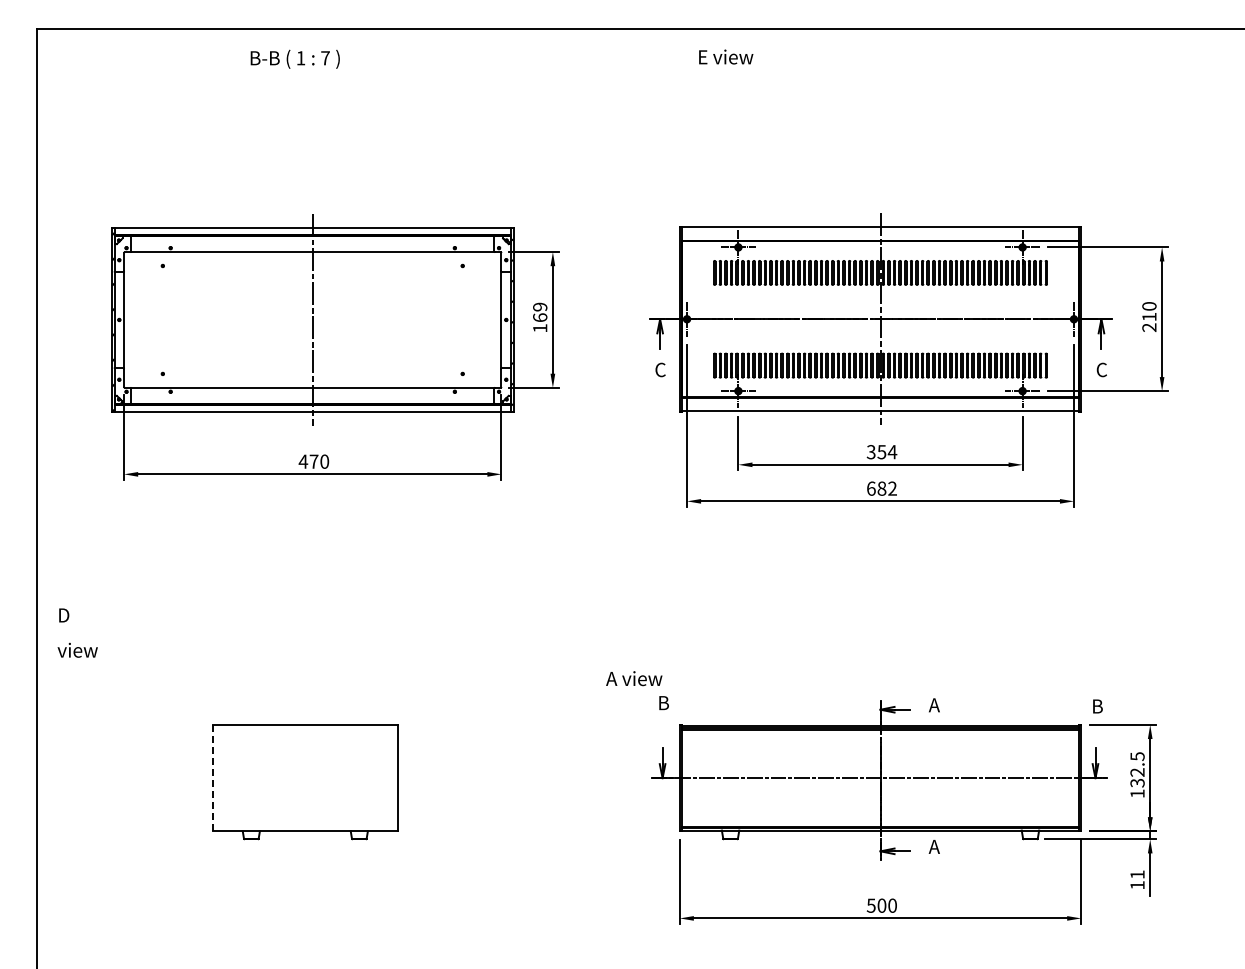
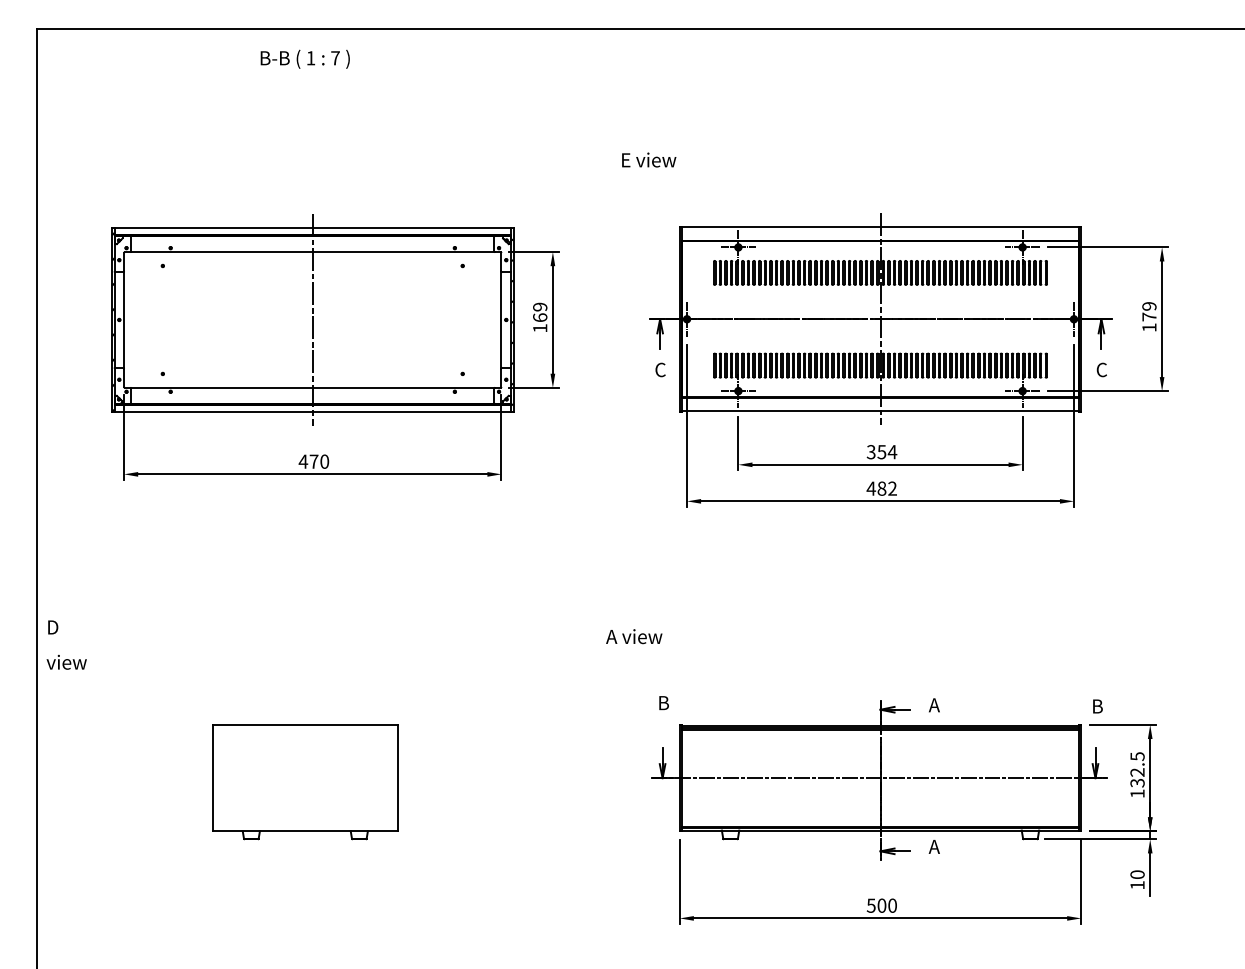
text at (726, 56) position: (726, 56) -> (649, 159)
text at (294, 58) position: (294, 58) -> (304, 58)
text at (1149, 316): 210 -> 179
text at (871, 488): 682 -> 482
text at (77, 632) position: (77, 632) -> (66, 644)
text at (634, 678) position: (634, 678) -> (634, 636)
line at (213, 778): dashed -> solid
text at (1137, 874): 11 -> 10
